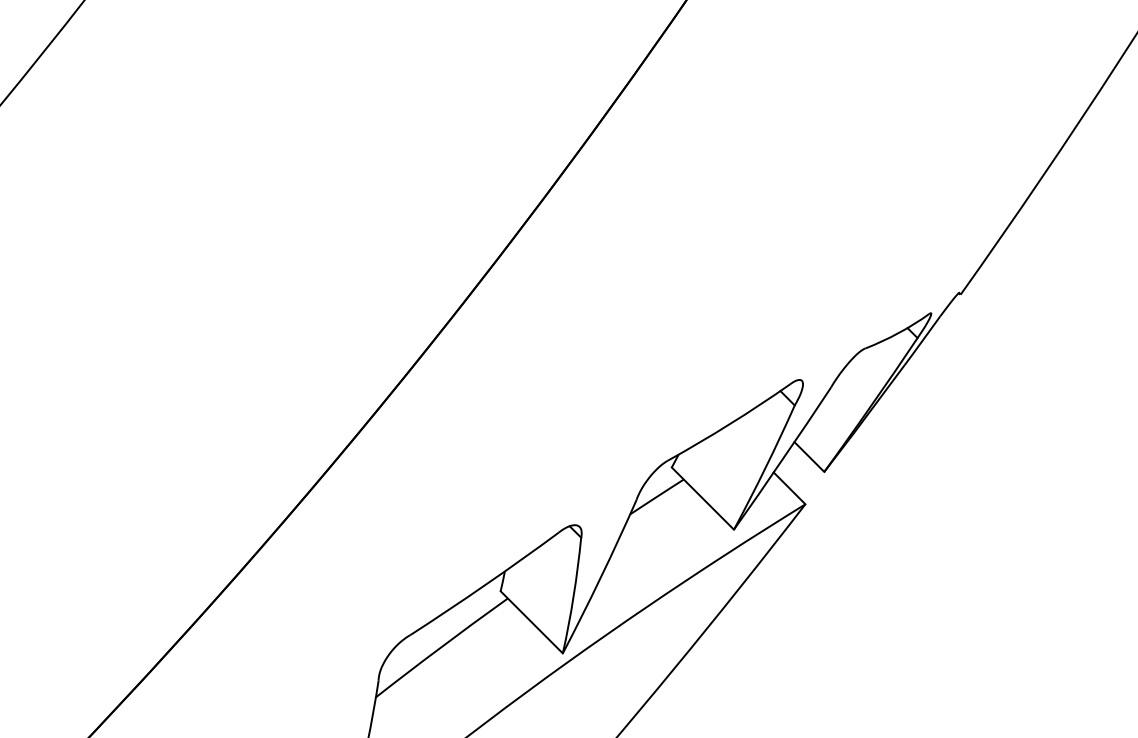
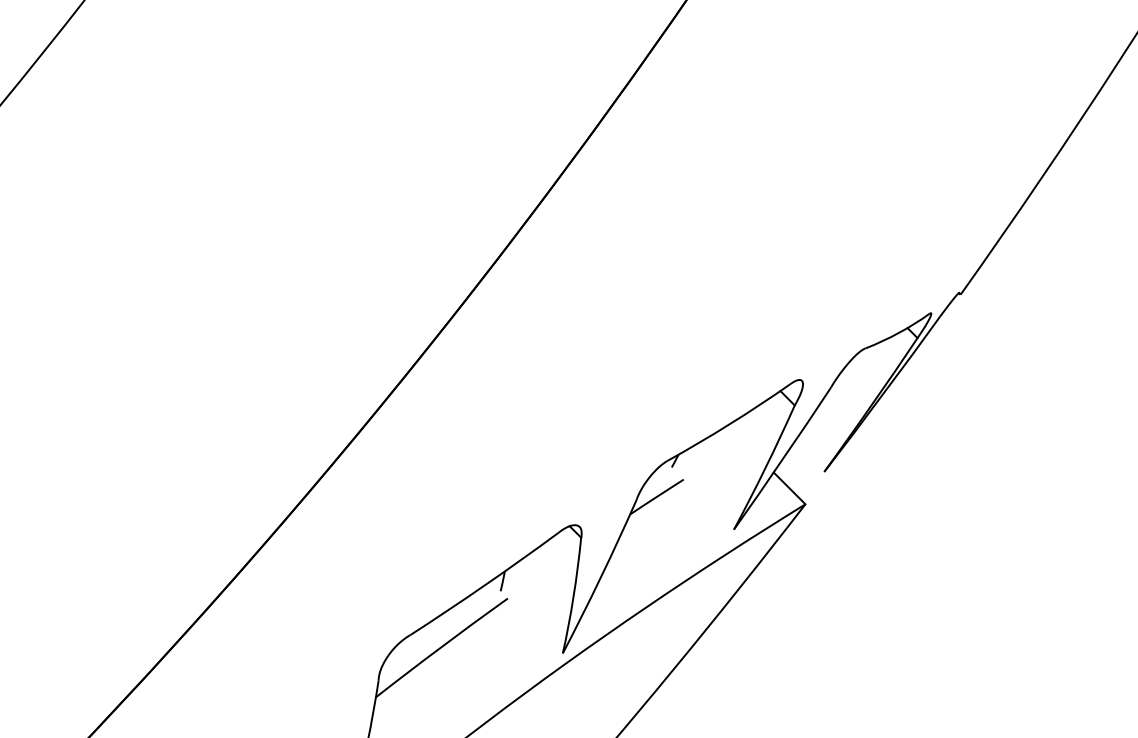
line at (809, 456): present -> none
line at (702, 498): present -> none
line at (531, 622): present -> none
